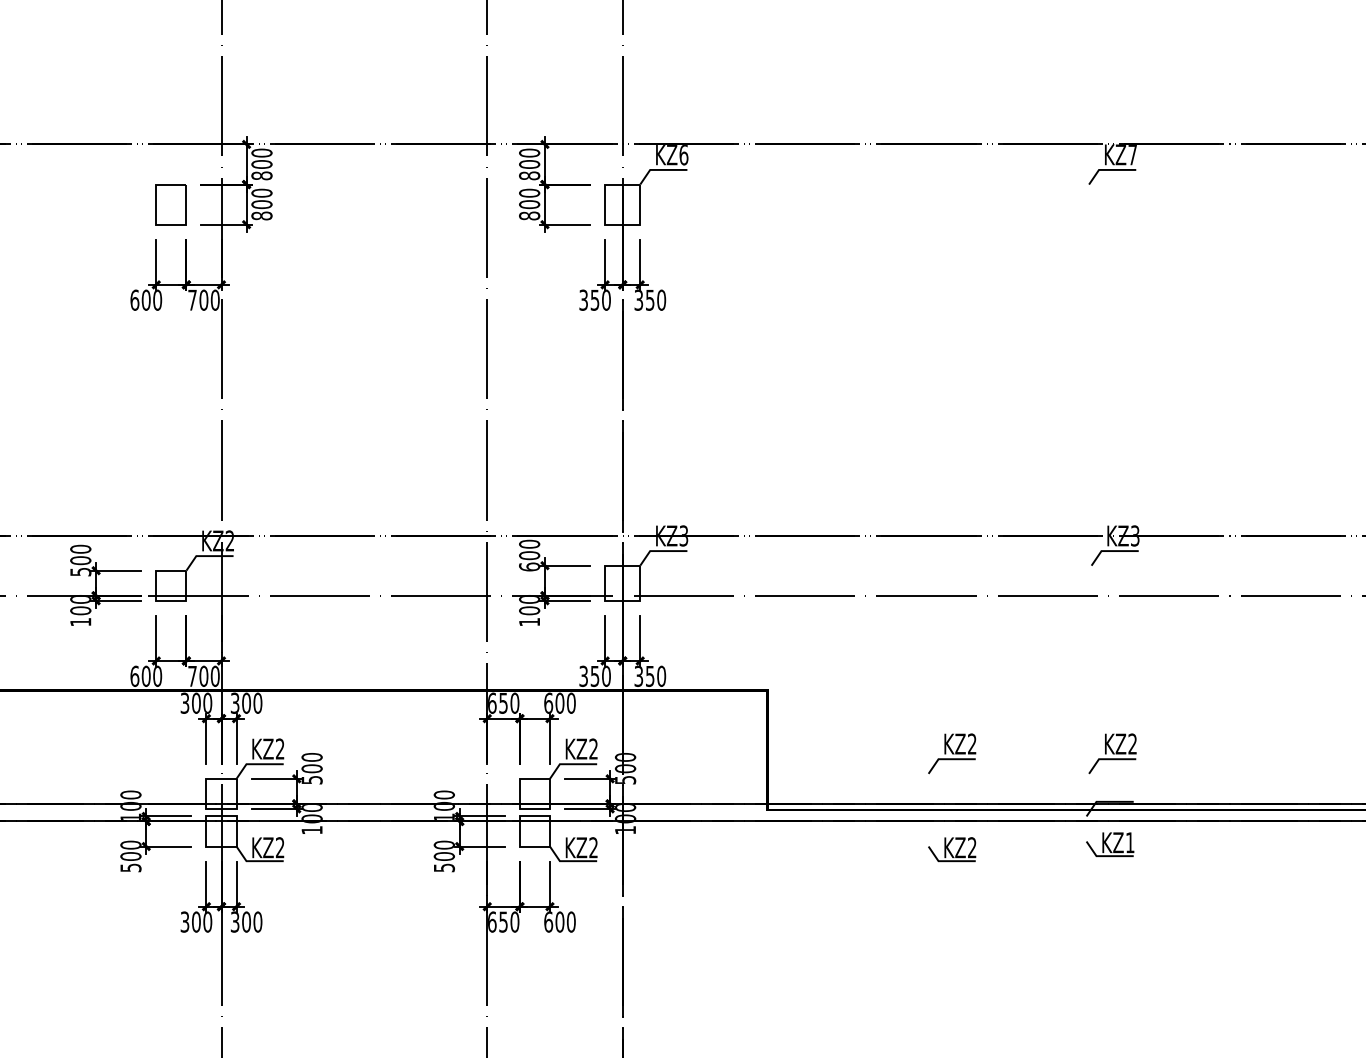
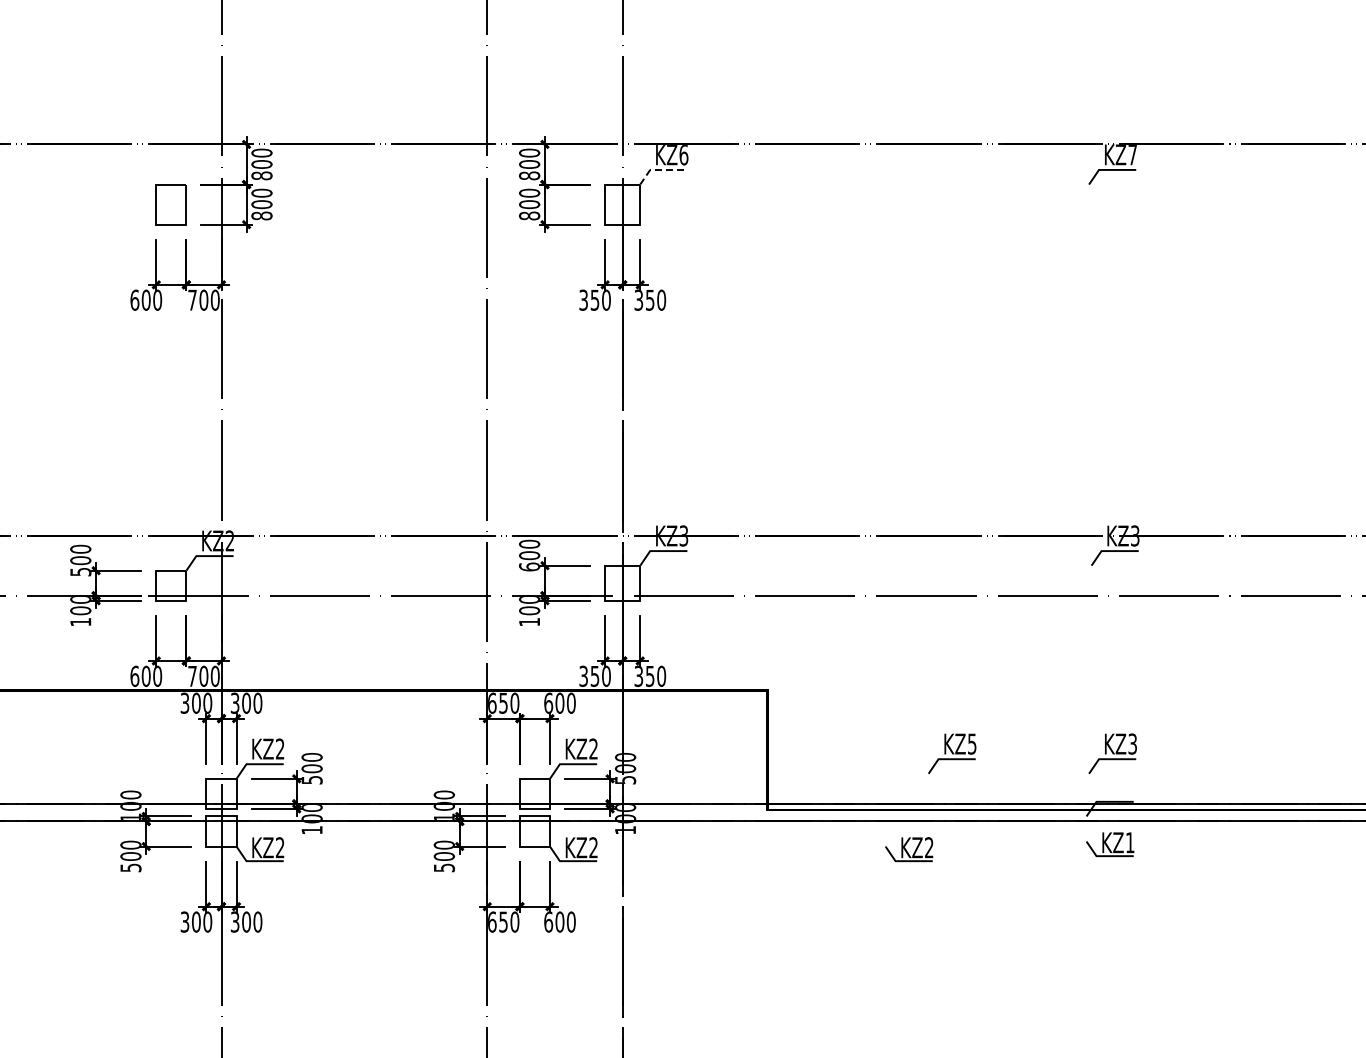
line at (659, 169): solid -> dashed
text at (972, 743): KZ2 -> KZ5
text at (1132, 744): KZ2 -> KZ3
part at (952, 849) position: (952, 849) -> (909, 849)
